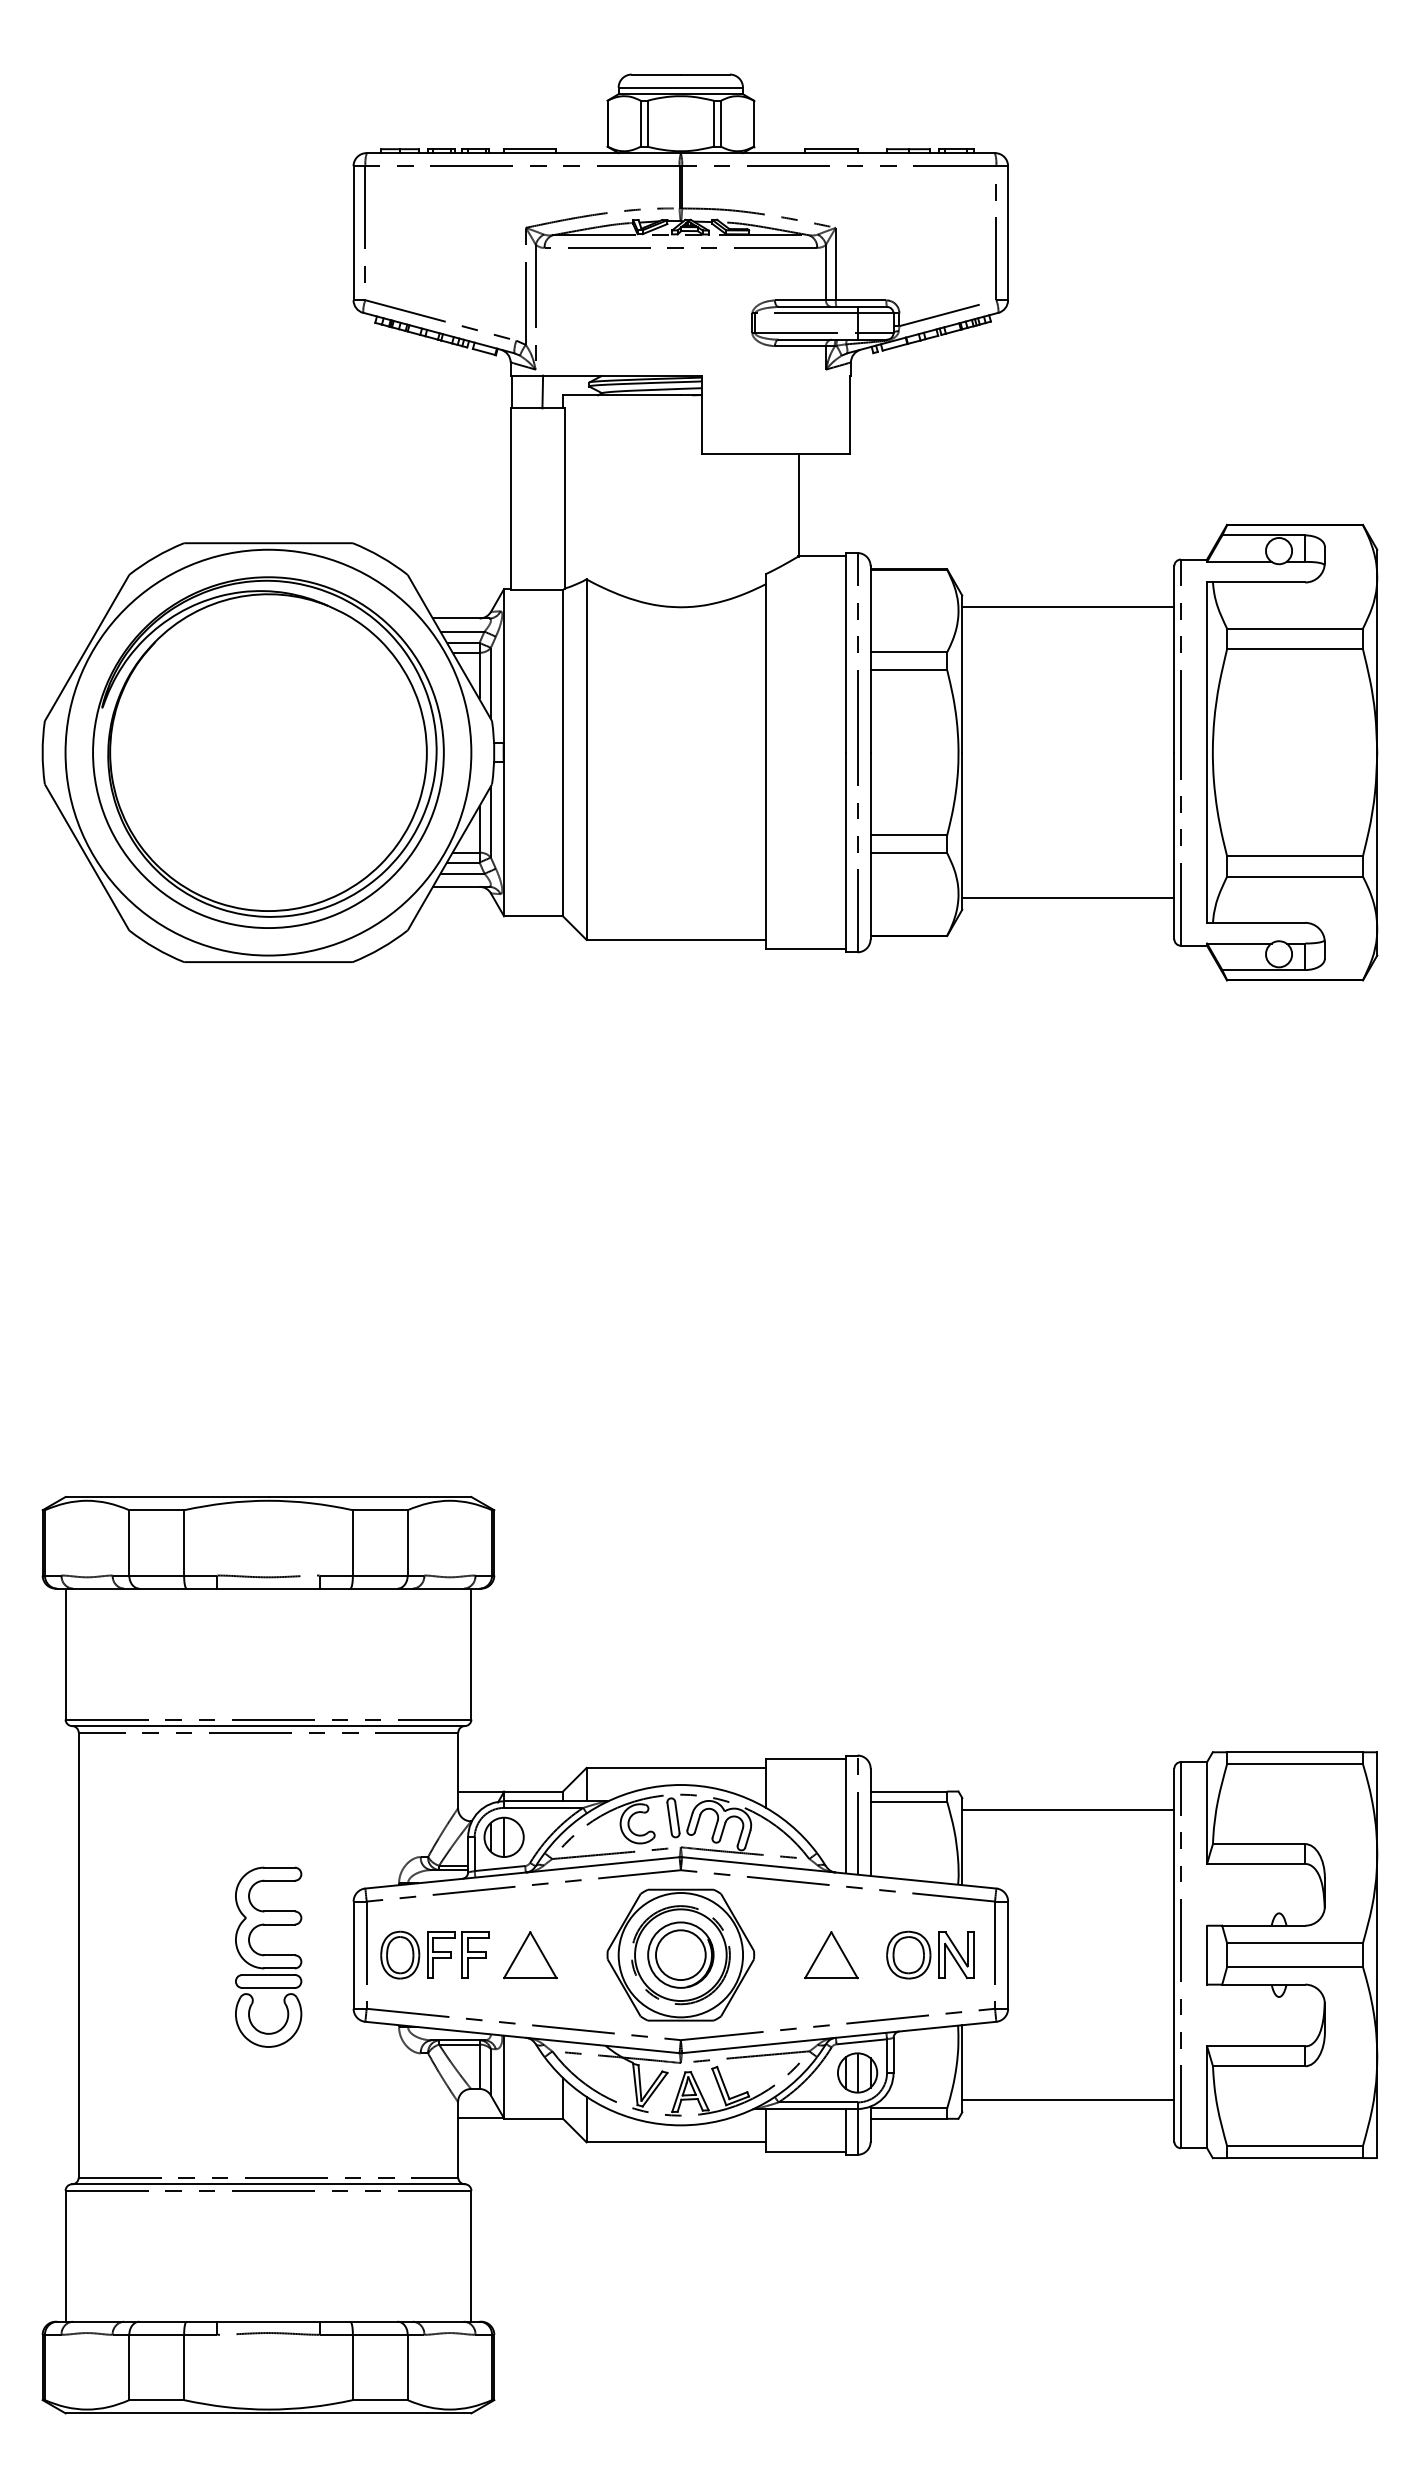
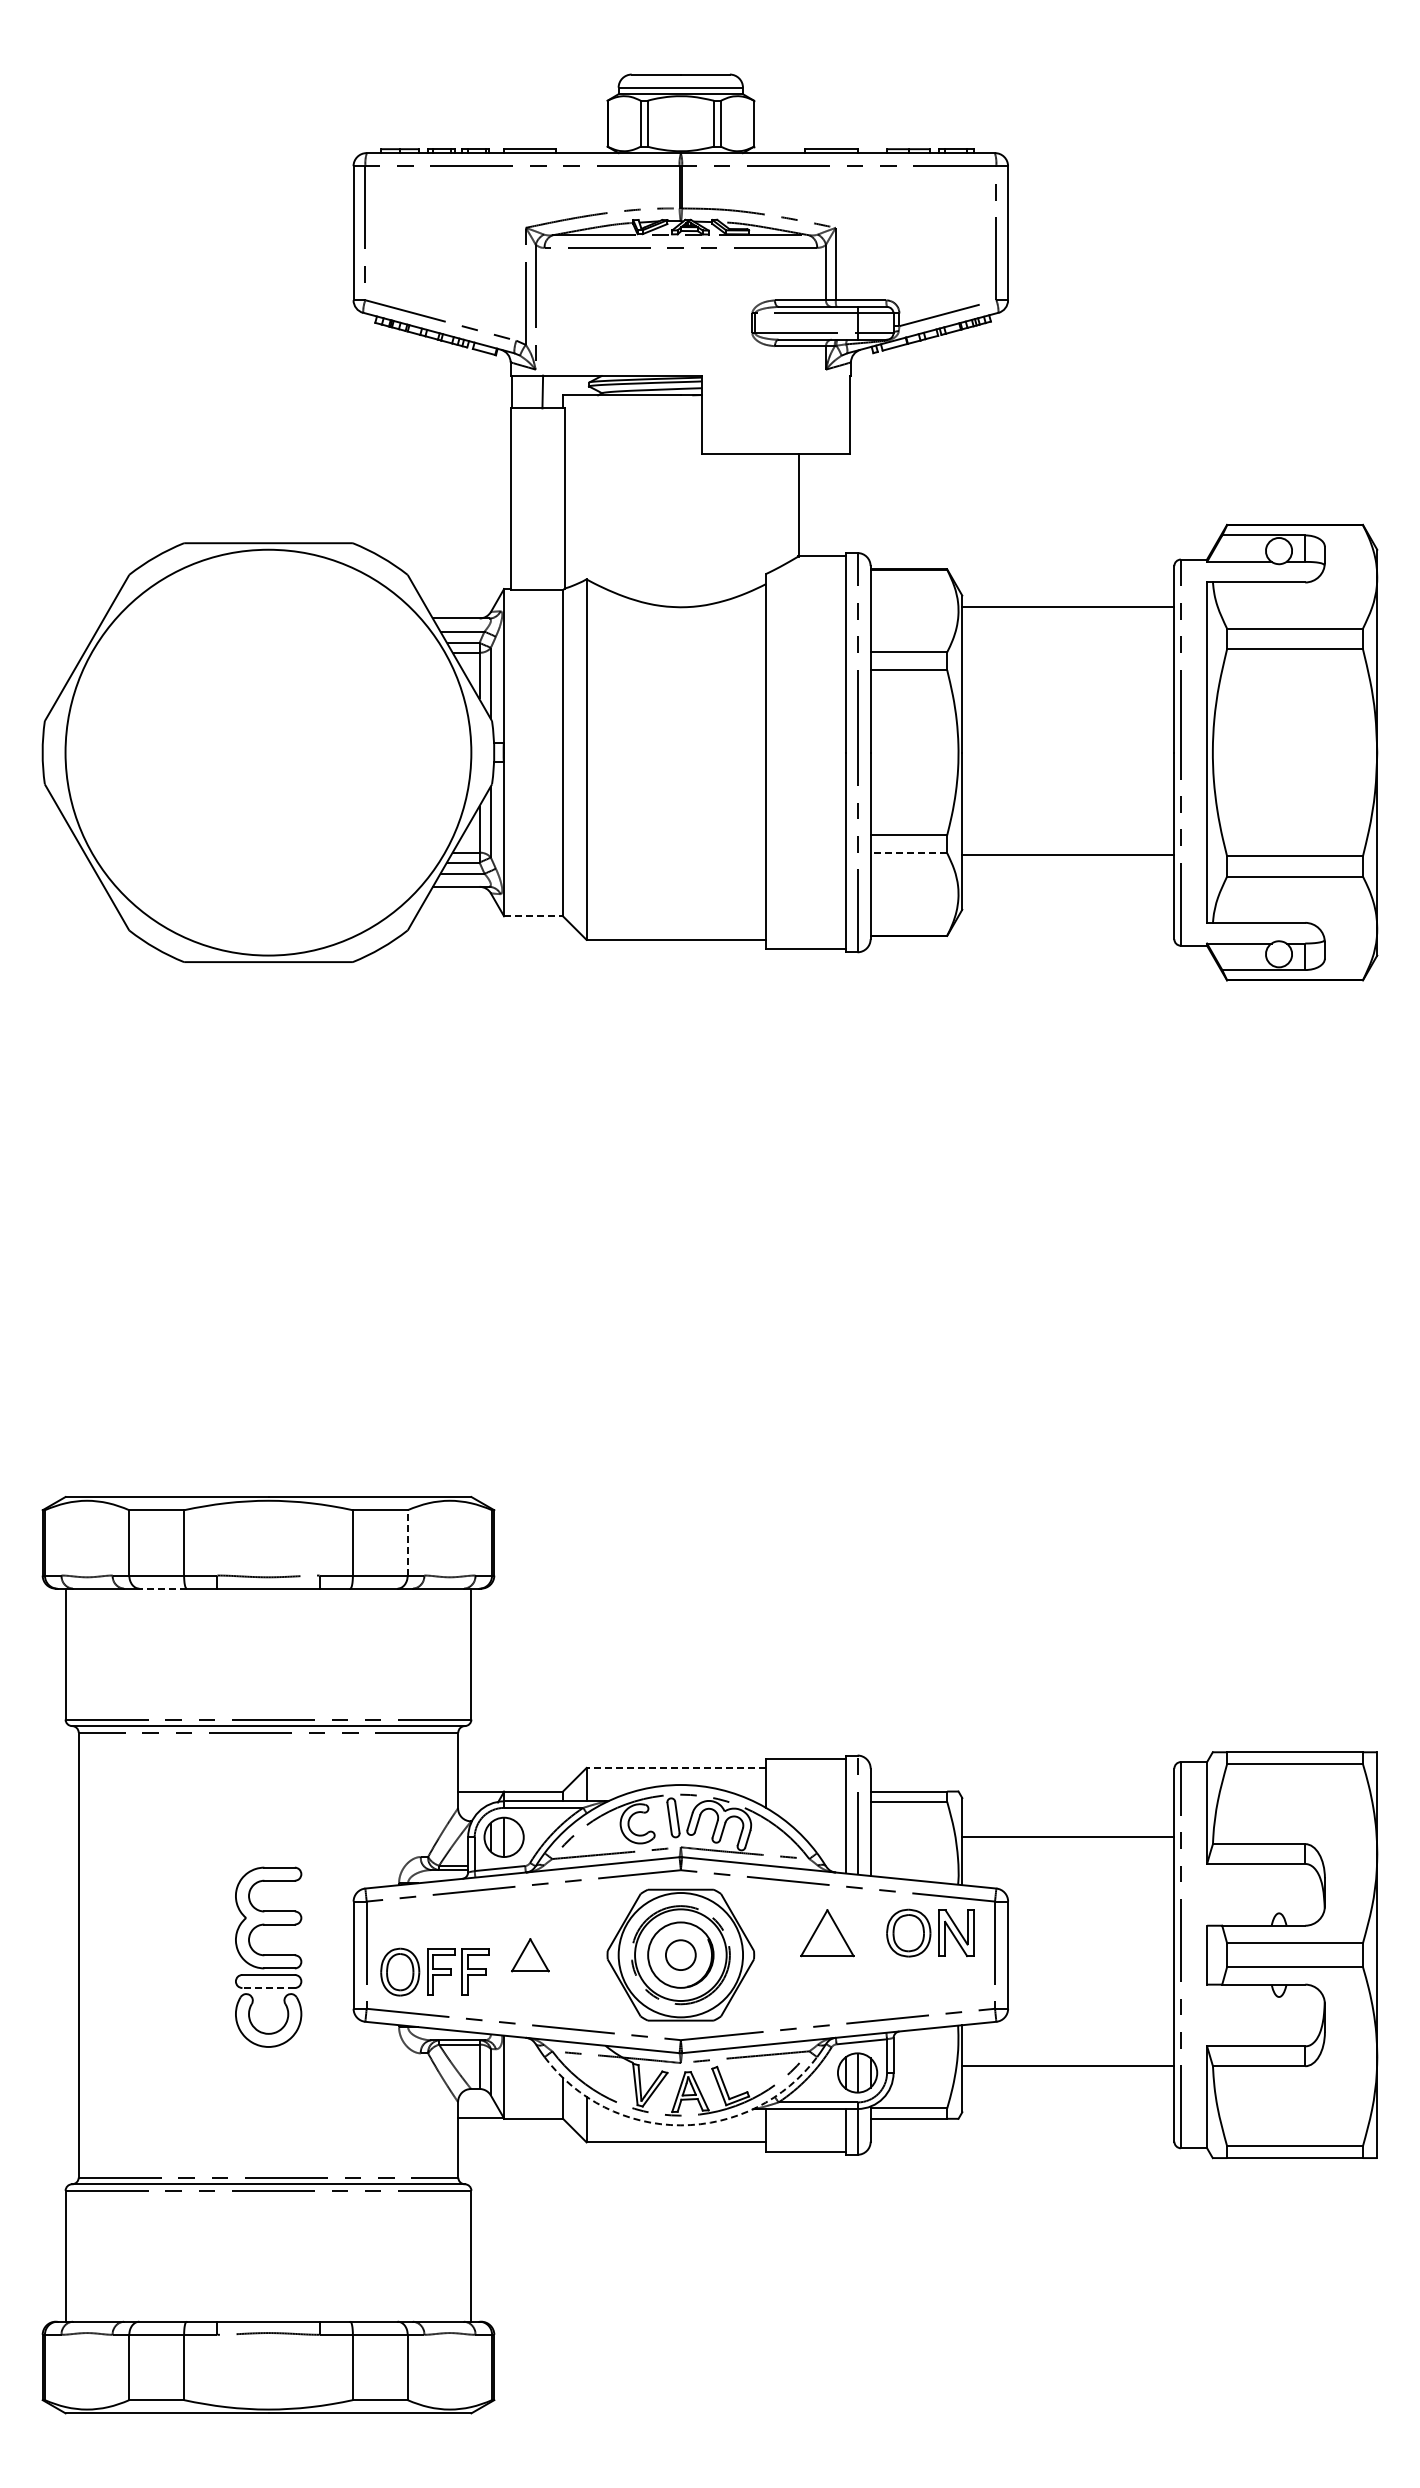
part at (268, 752): present -> none
line at (908, 853): solid -> dashed
line at (1068, 897) position: (1068, 897) -> (1068, 854)
line at (534, 916): solid -> dashed
line at (407, 1542): solid -> dashed
line at (163, 1588): solid -> dashed
line at (676, 1767): solid -> dashed
line at (1068, 1809) position: (1068, 1809) -> (1068, 1836)
part at (434, 1954) position: (434, 1954) -> (434, 1971)
part at (930, 1954) position: (930, 1954) -> (930, 1932)
part at (530, 1955) size: 55x49 px -> 39x35 px
circle at (680, 1955) diameter: 50 px -> 30 px
part at (831, 1955) position: (831, 1955) -> (827, 1933)
line at (268, 1988): solid -> dashed
line at (1068, 2100) position: (1068, 2100) -> (1068, 2066)
arc at (680, 2125): solid -> dashed
